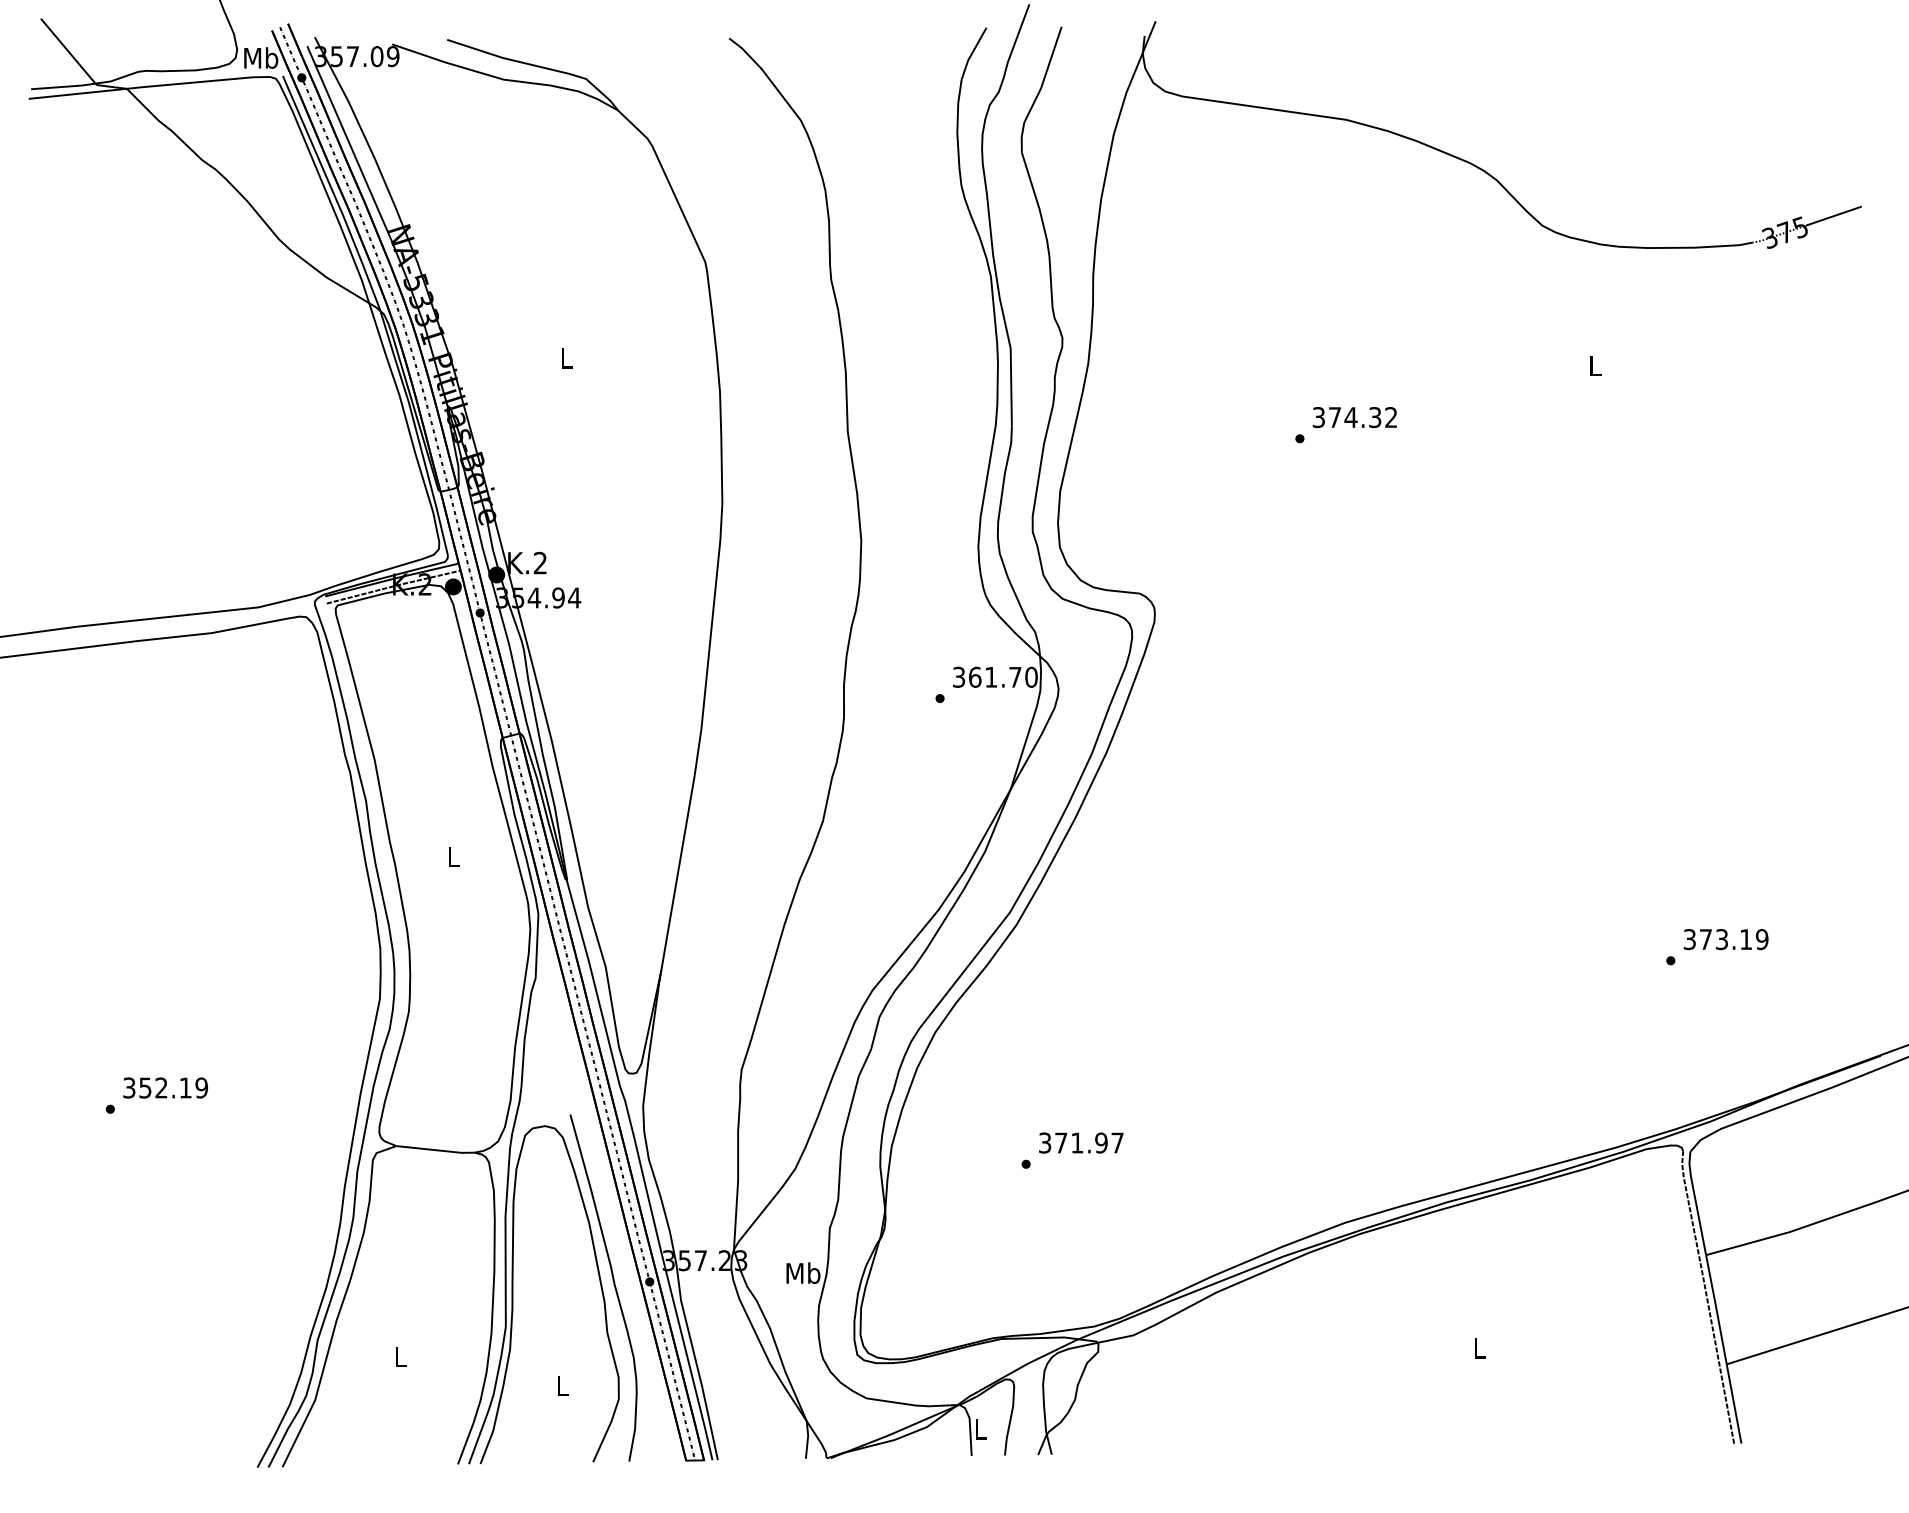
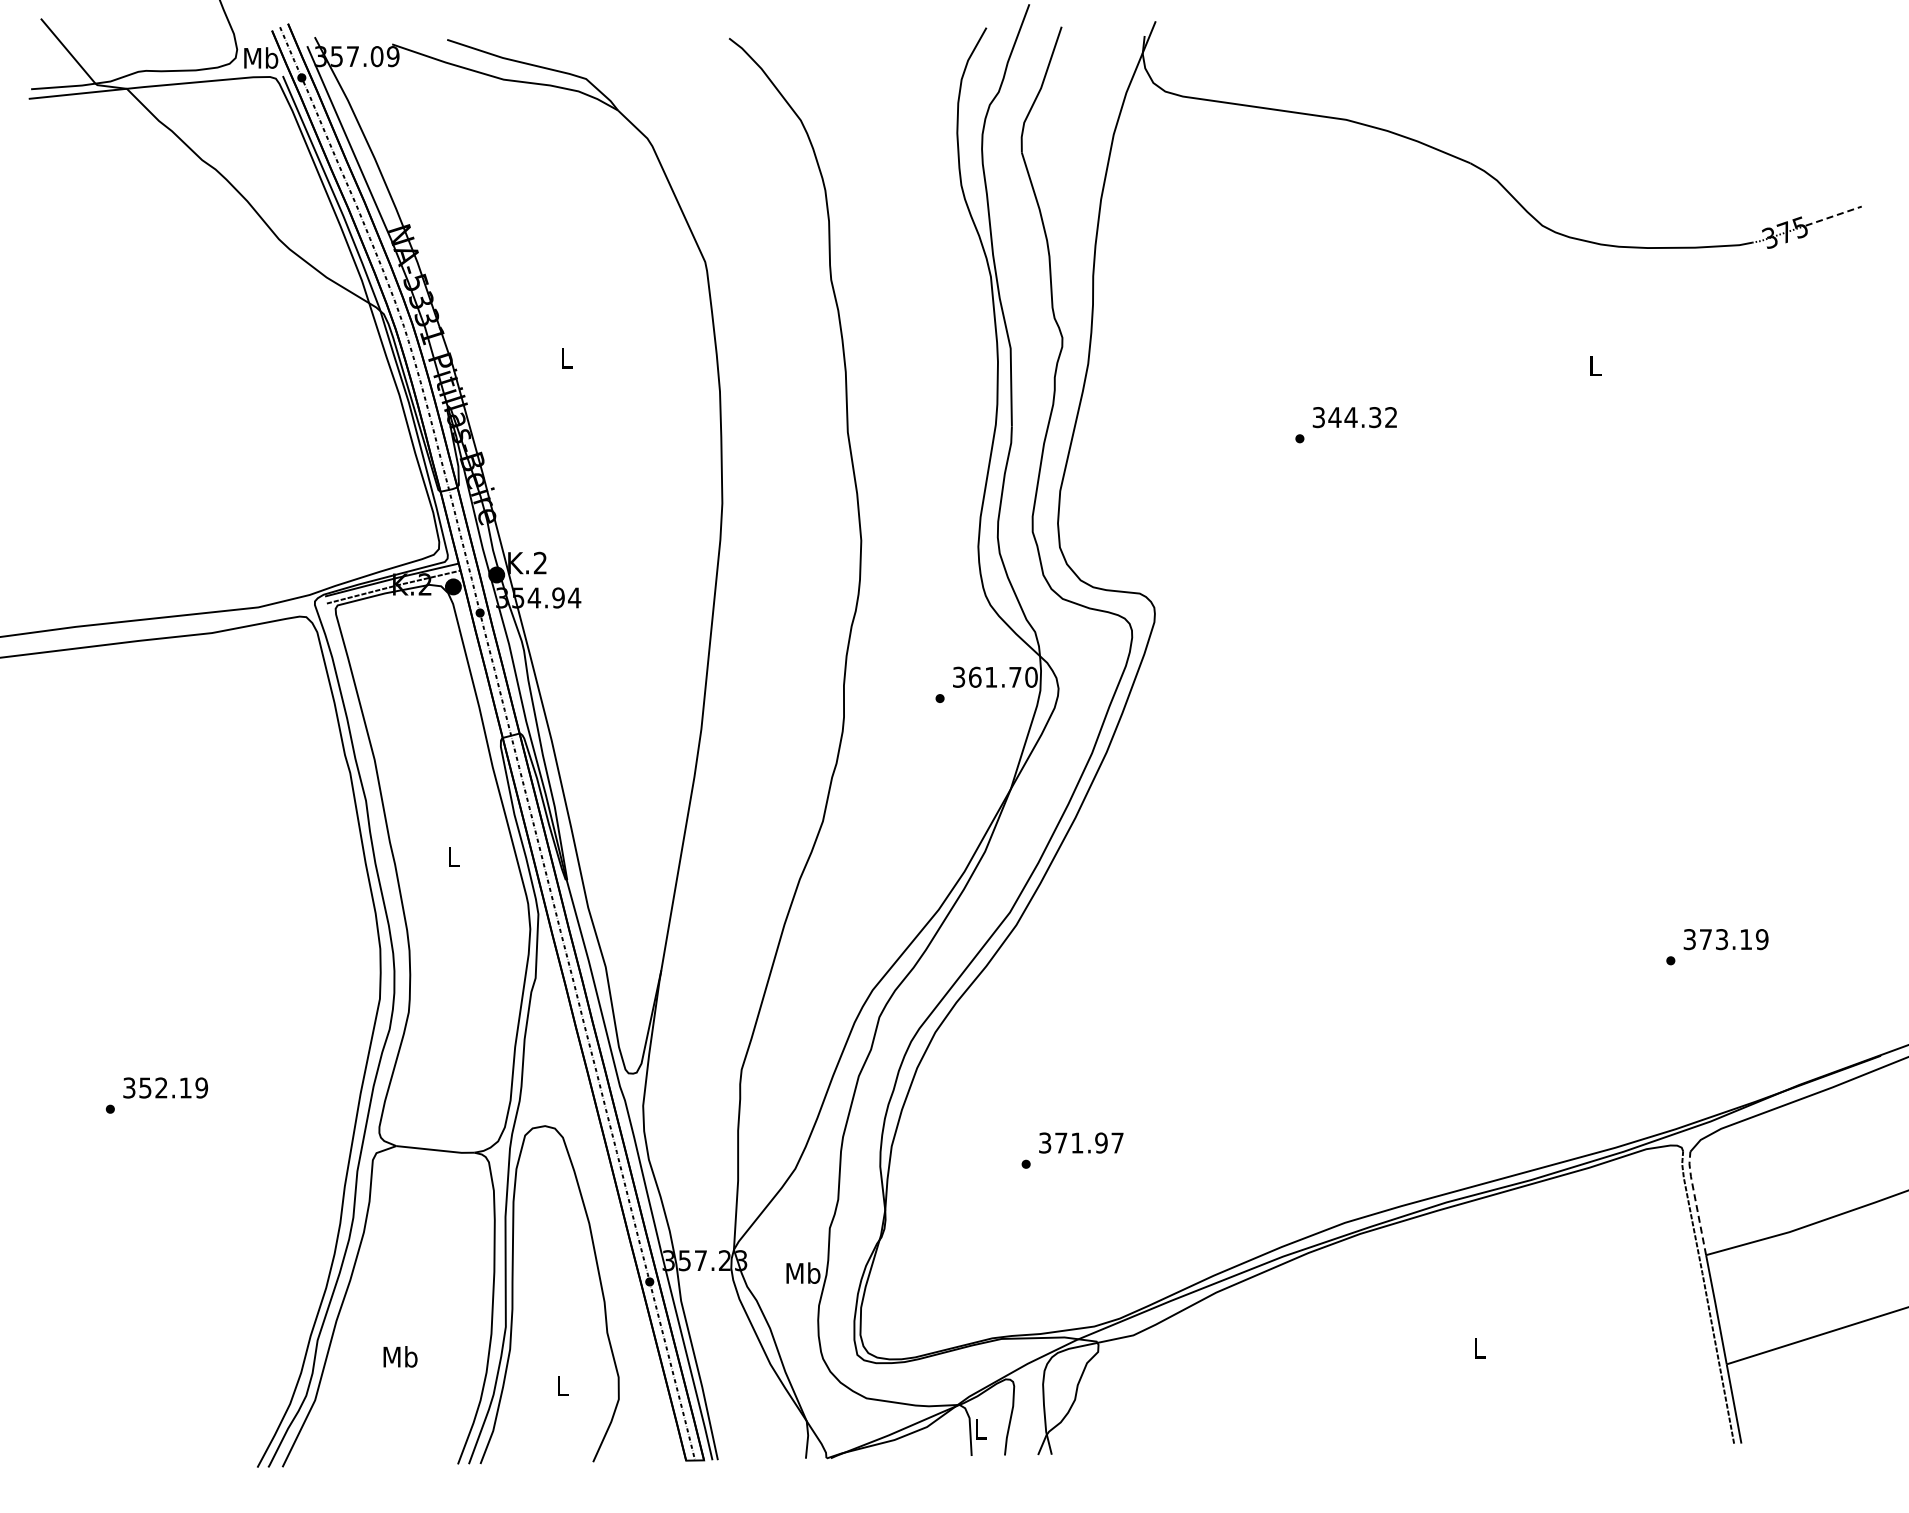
line at (1833, 216): solid -> dashed
text at (1334, 417): 374.32 -> 344.32
line at (1695, 1202): solid -> dashed
curve at (613, 1285): present -> none
text at (400, 1356): L -> Mb
